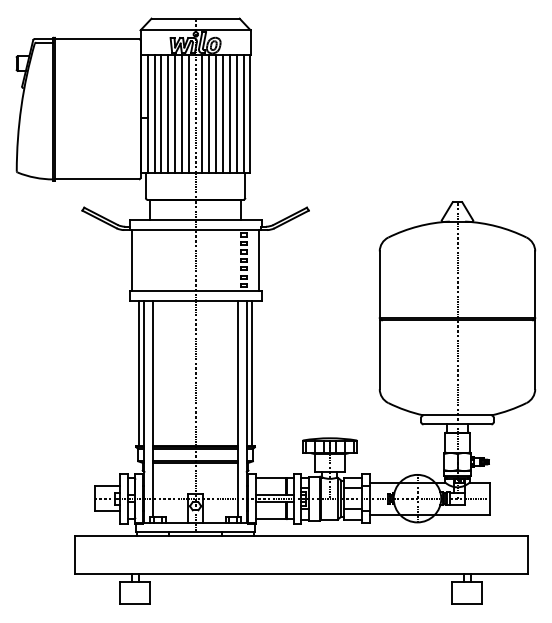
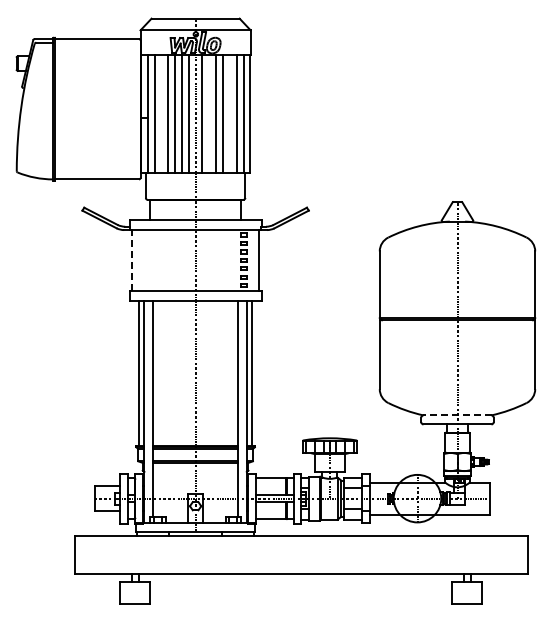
line at (161, 113): present -> none
line at (209, 113): present -> none
line at (229, 113): present -> none
line at (131, 259): solid -> dashed
line at (457, 415): solid -> dashed
